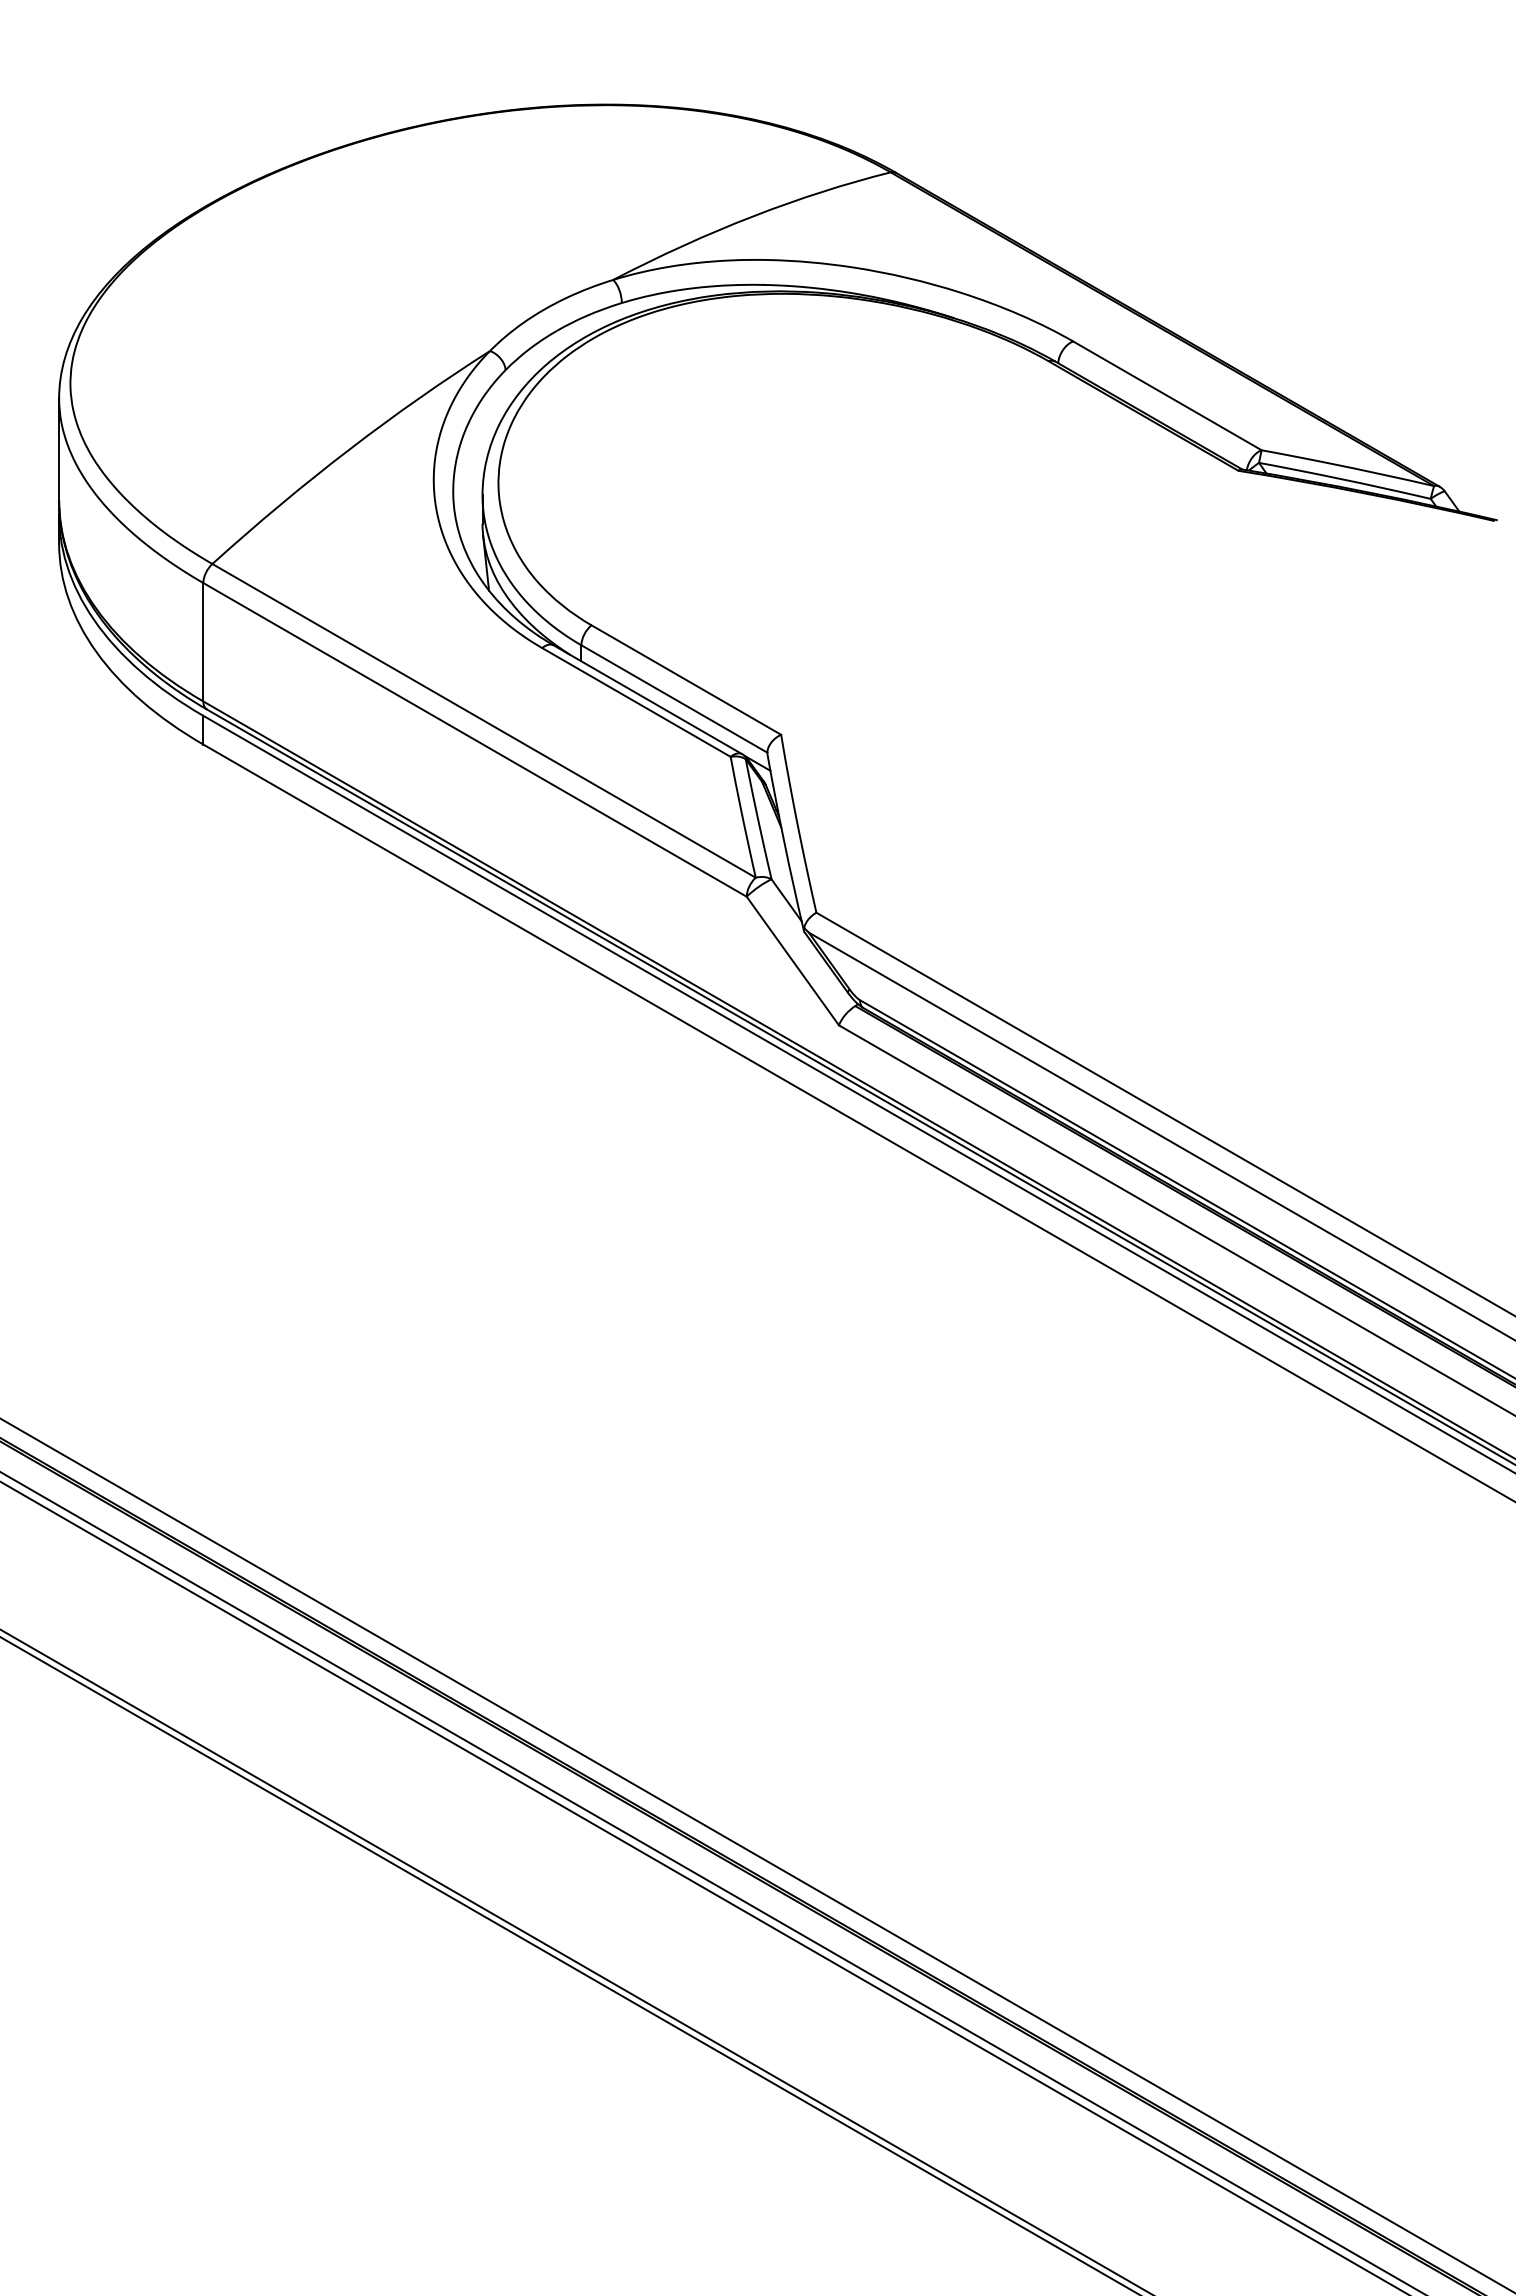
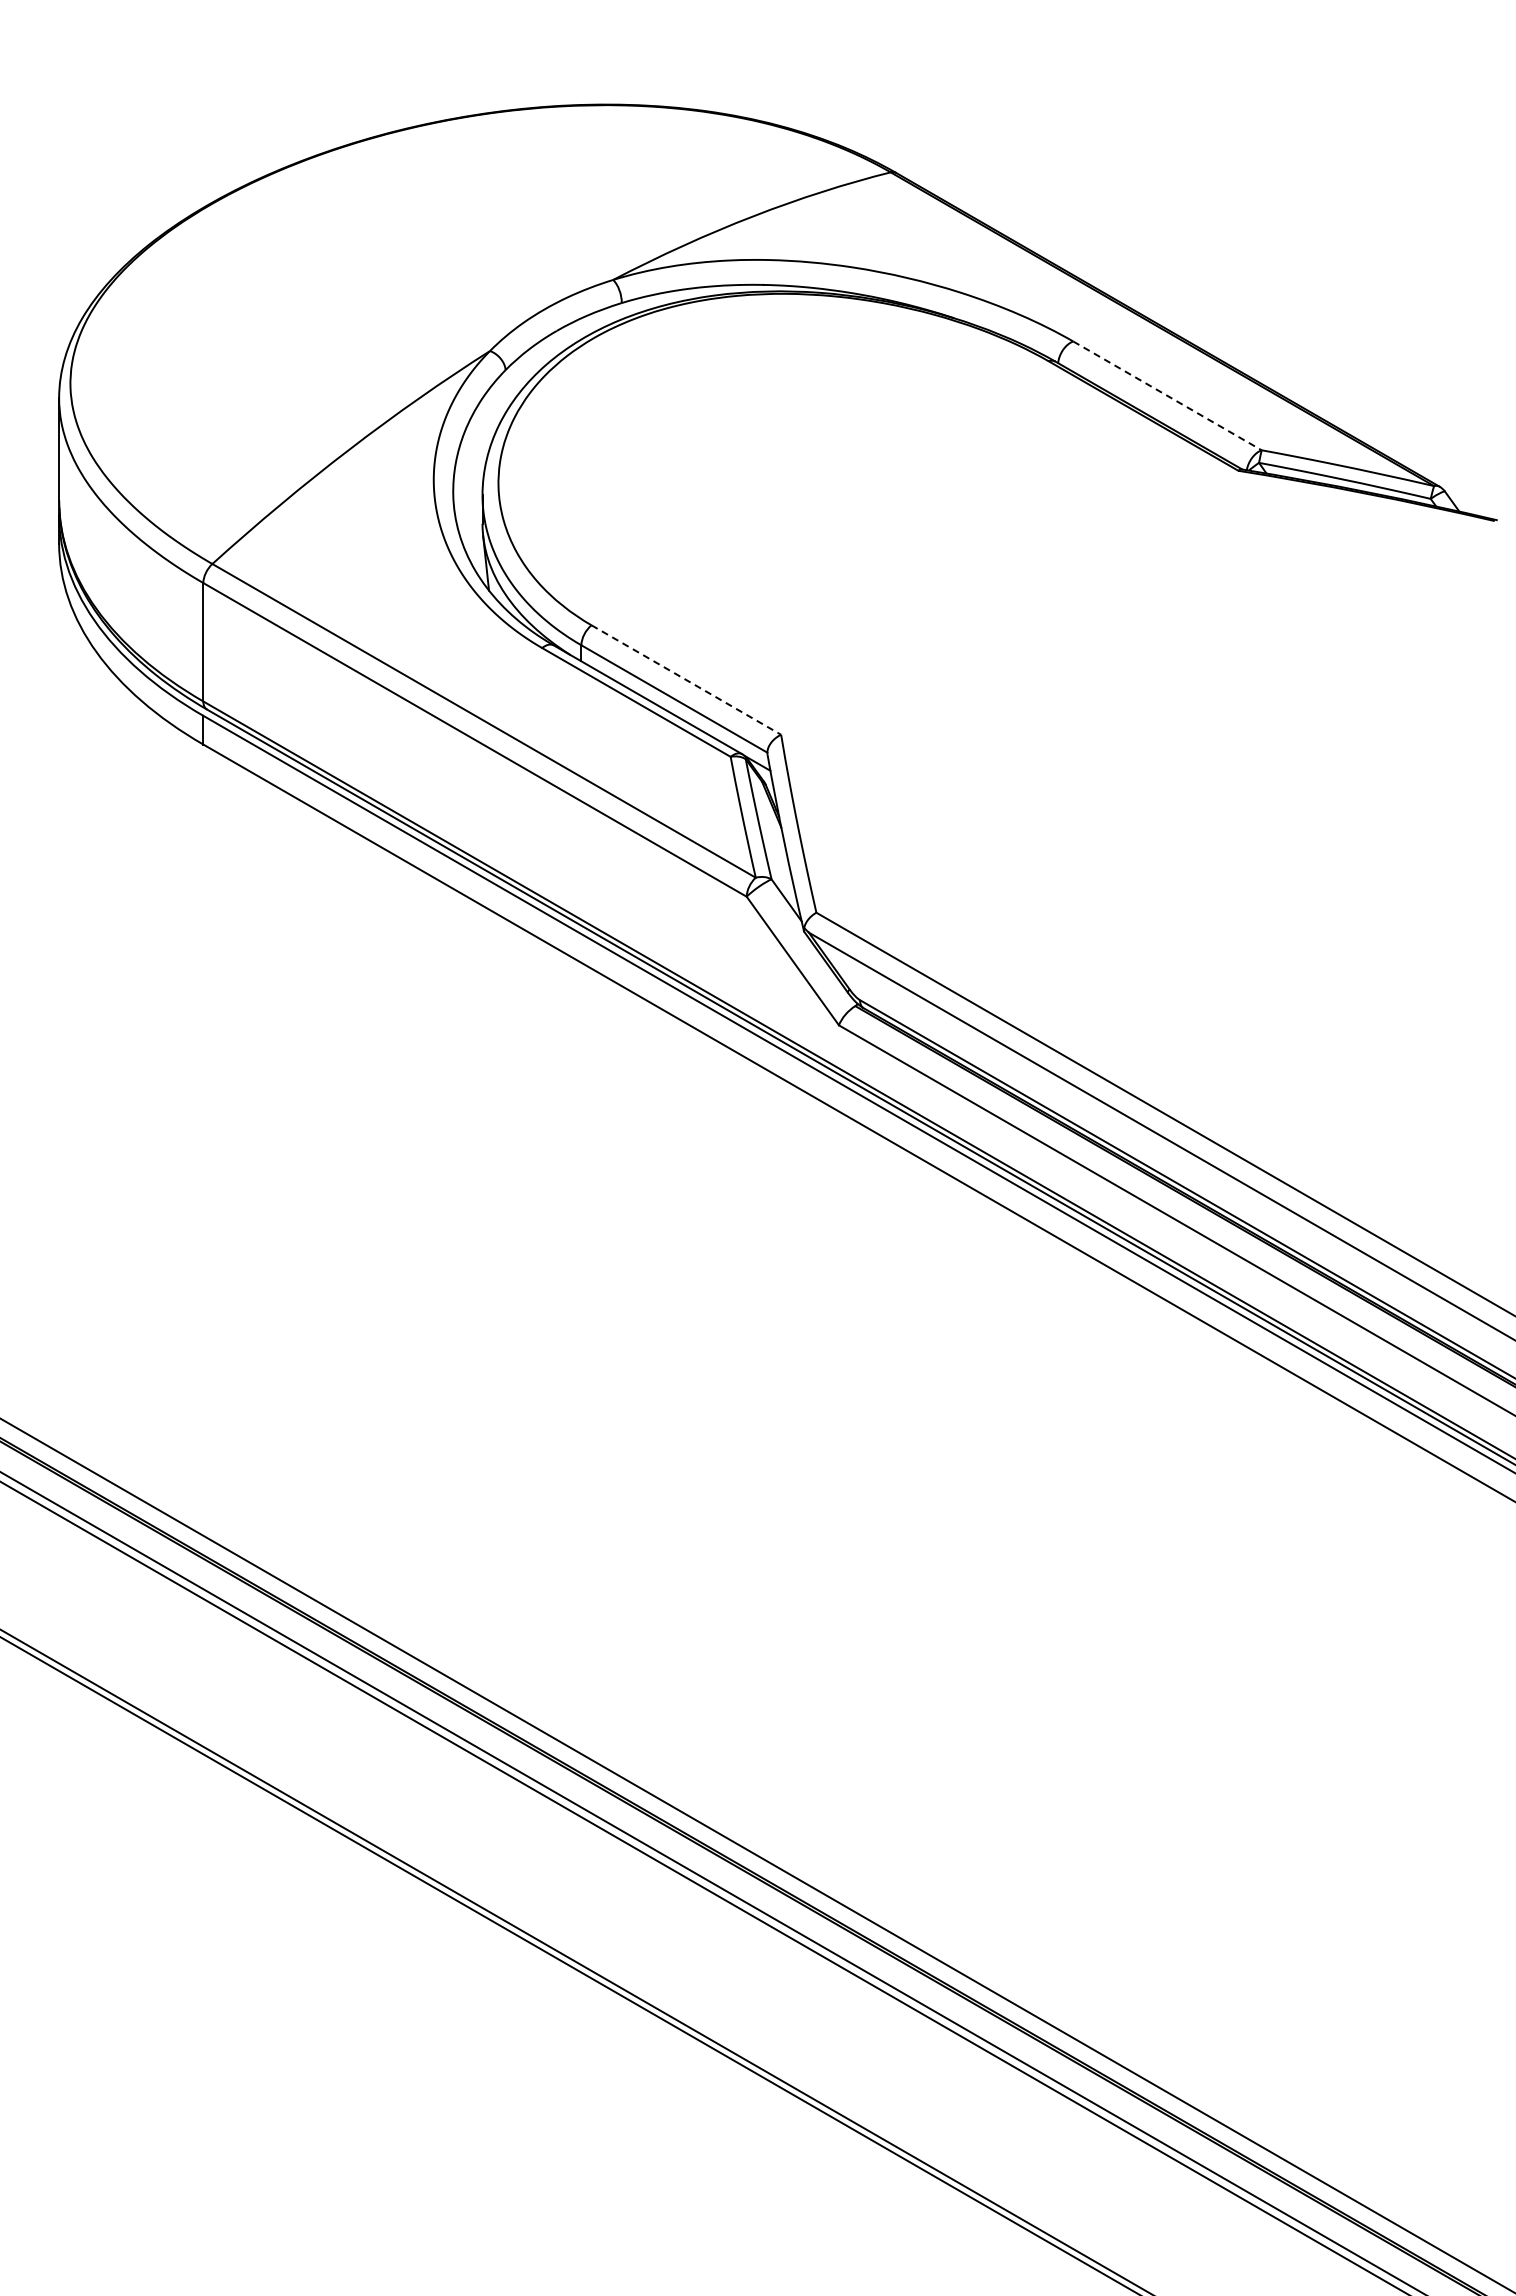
line at (1167, 395): solid -> dashed
line at (686, 680): solid -> dashed
